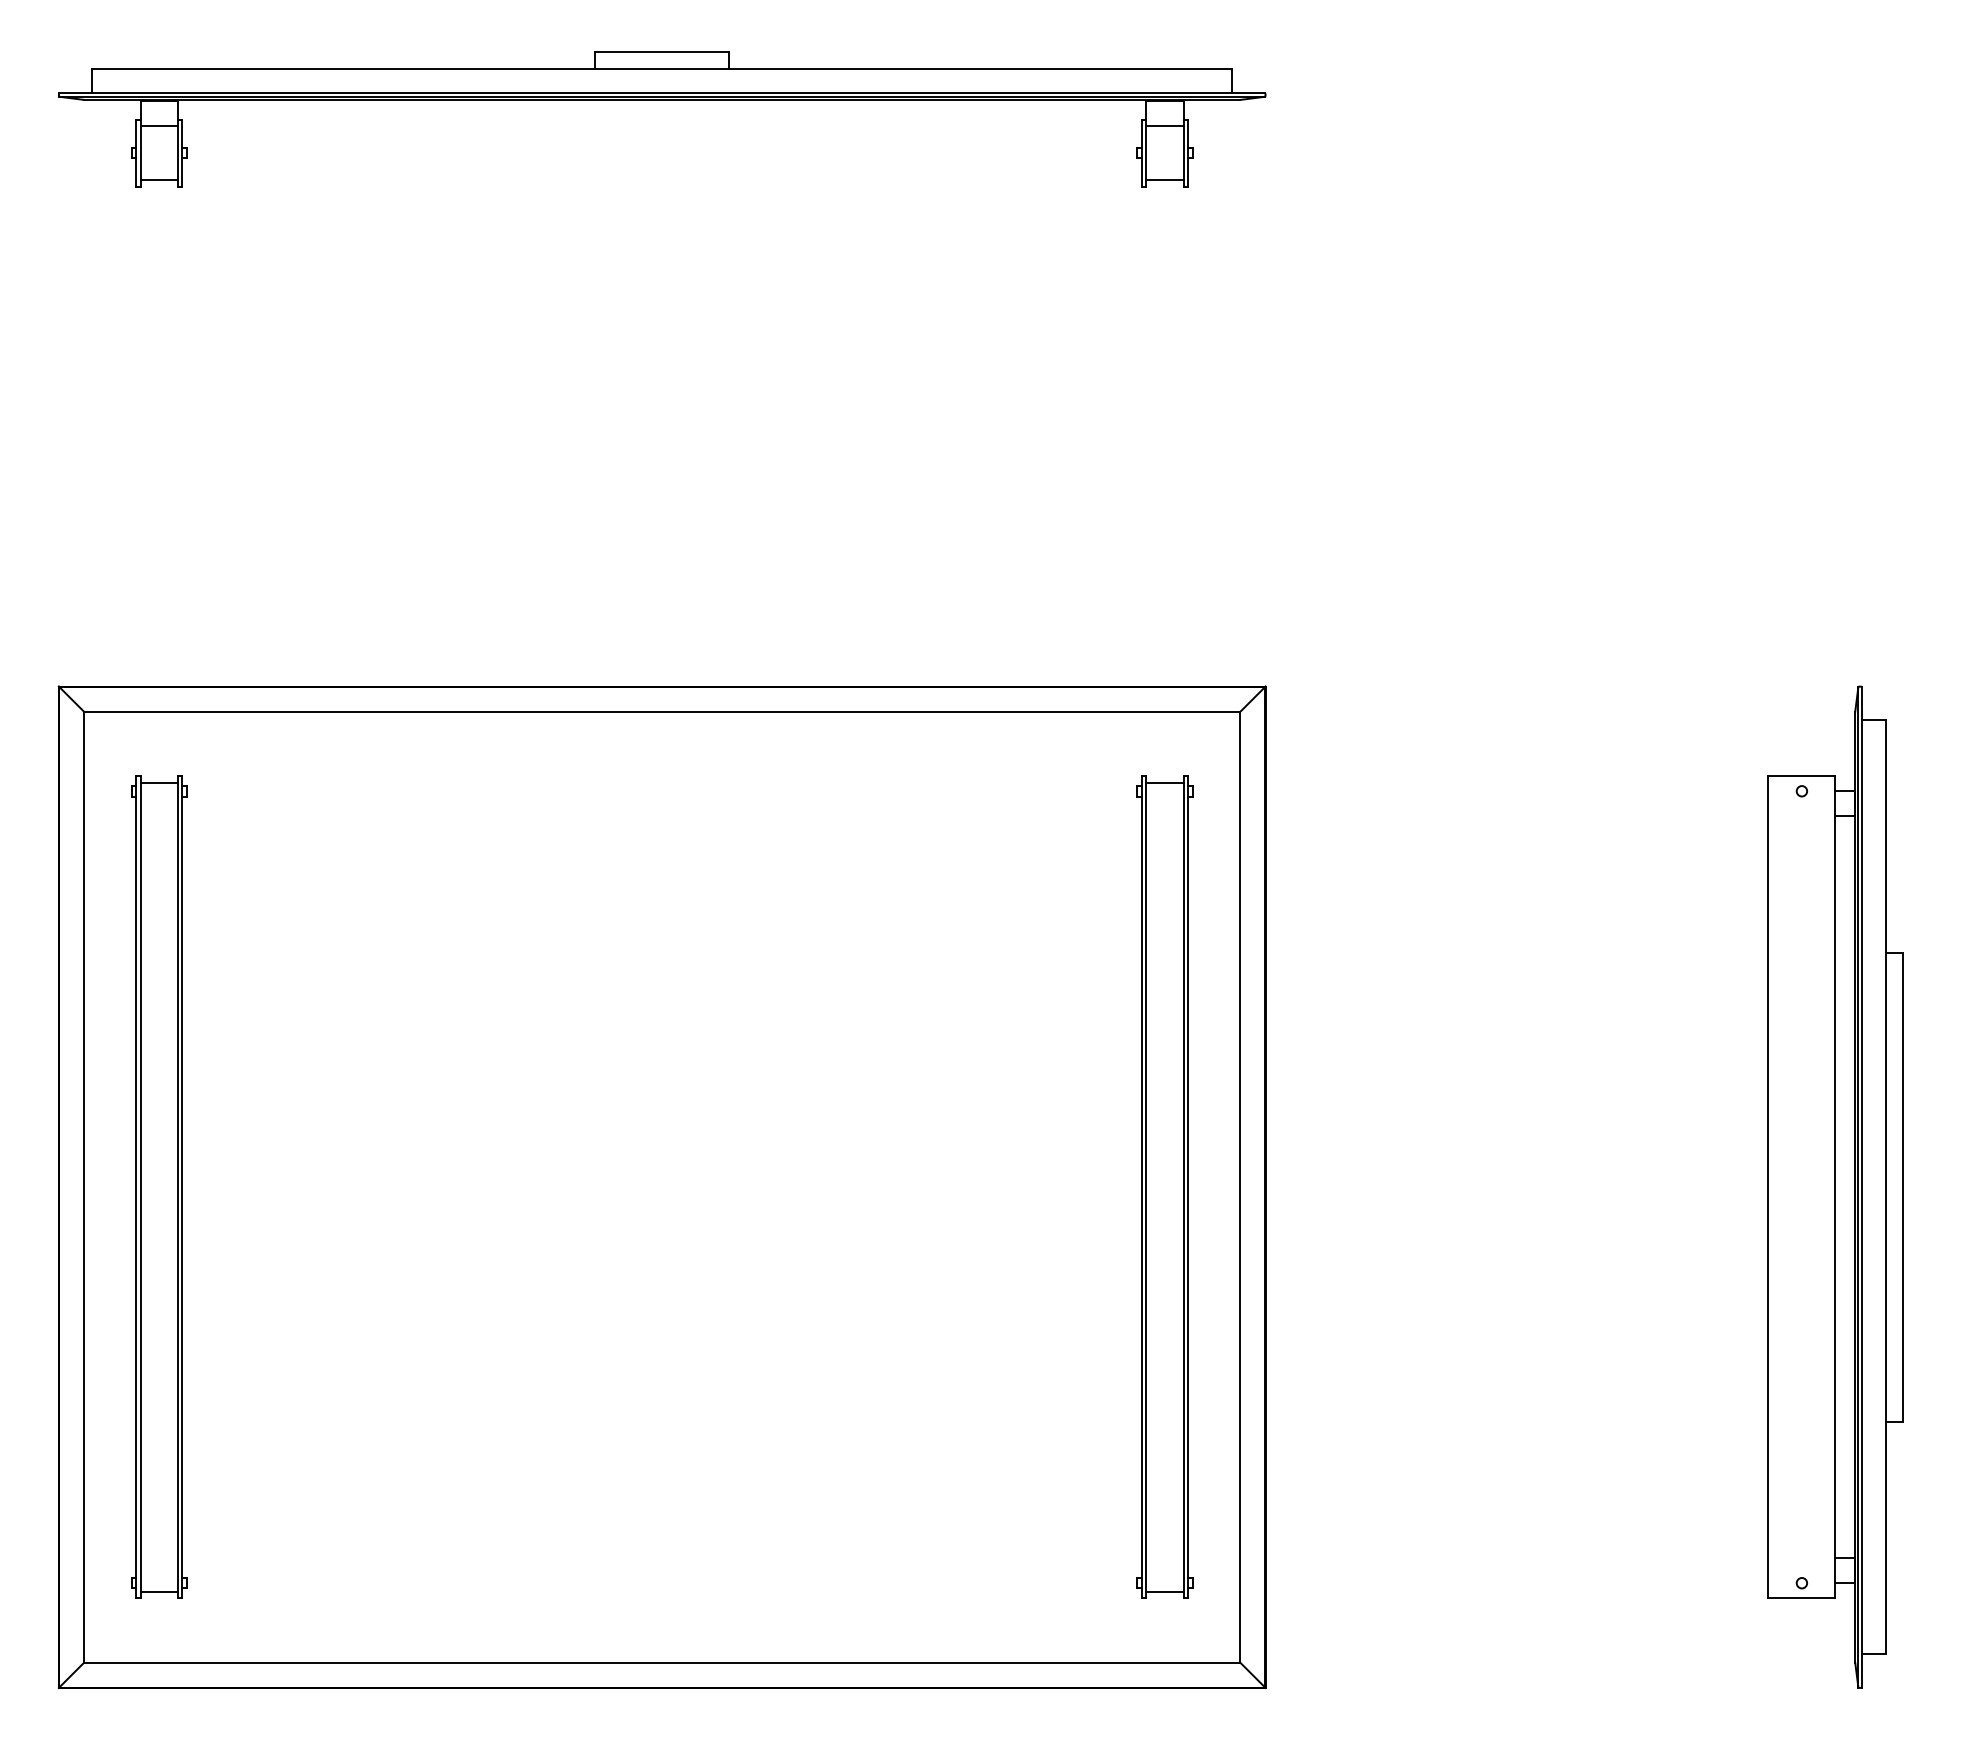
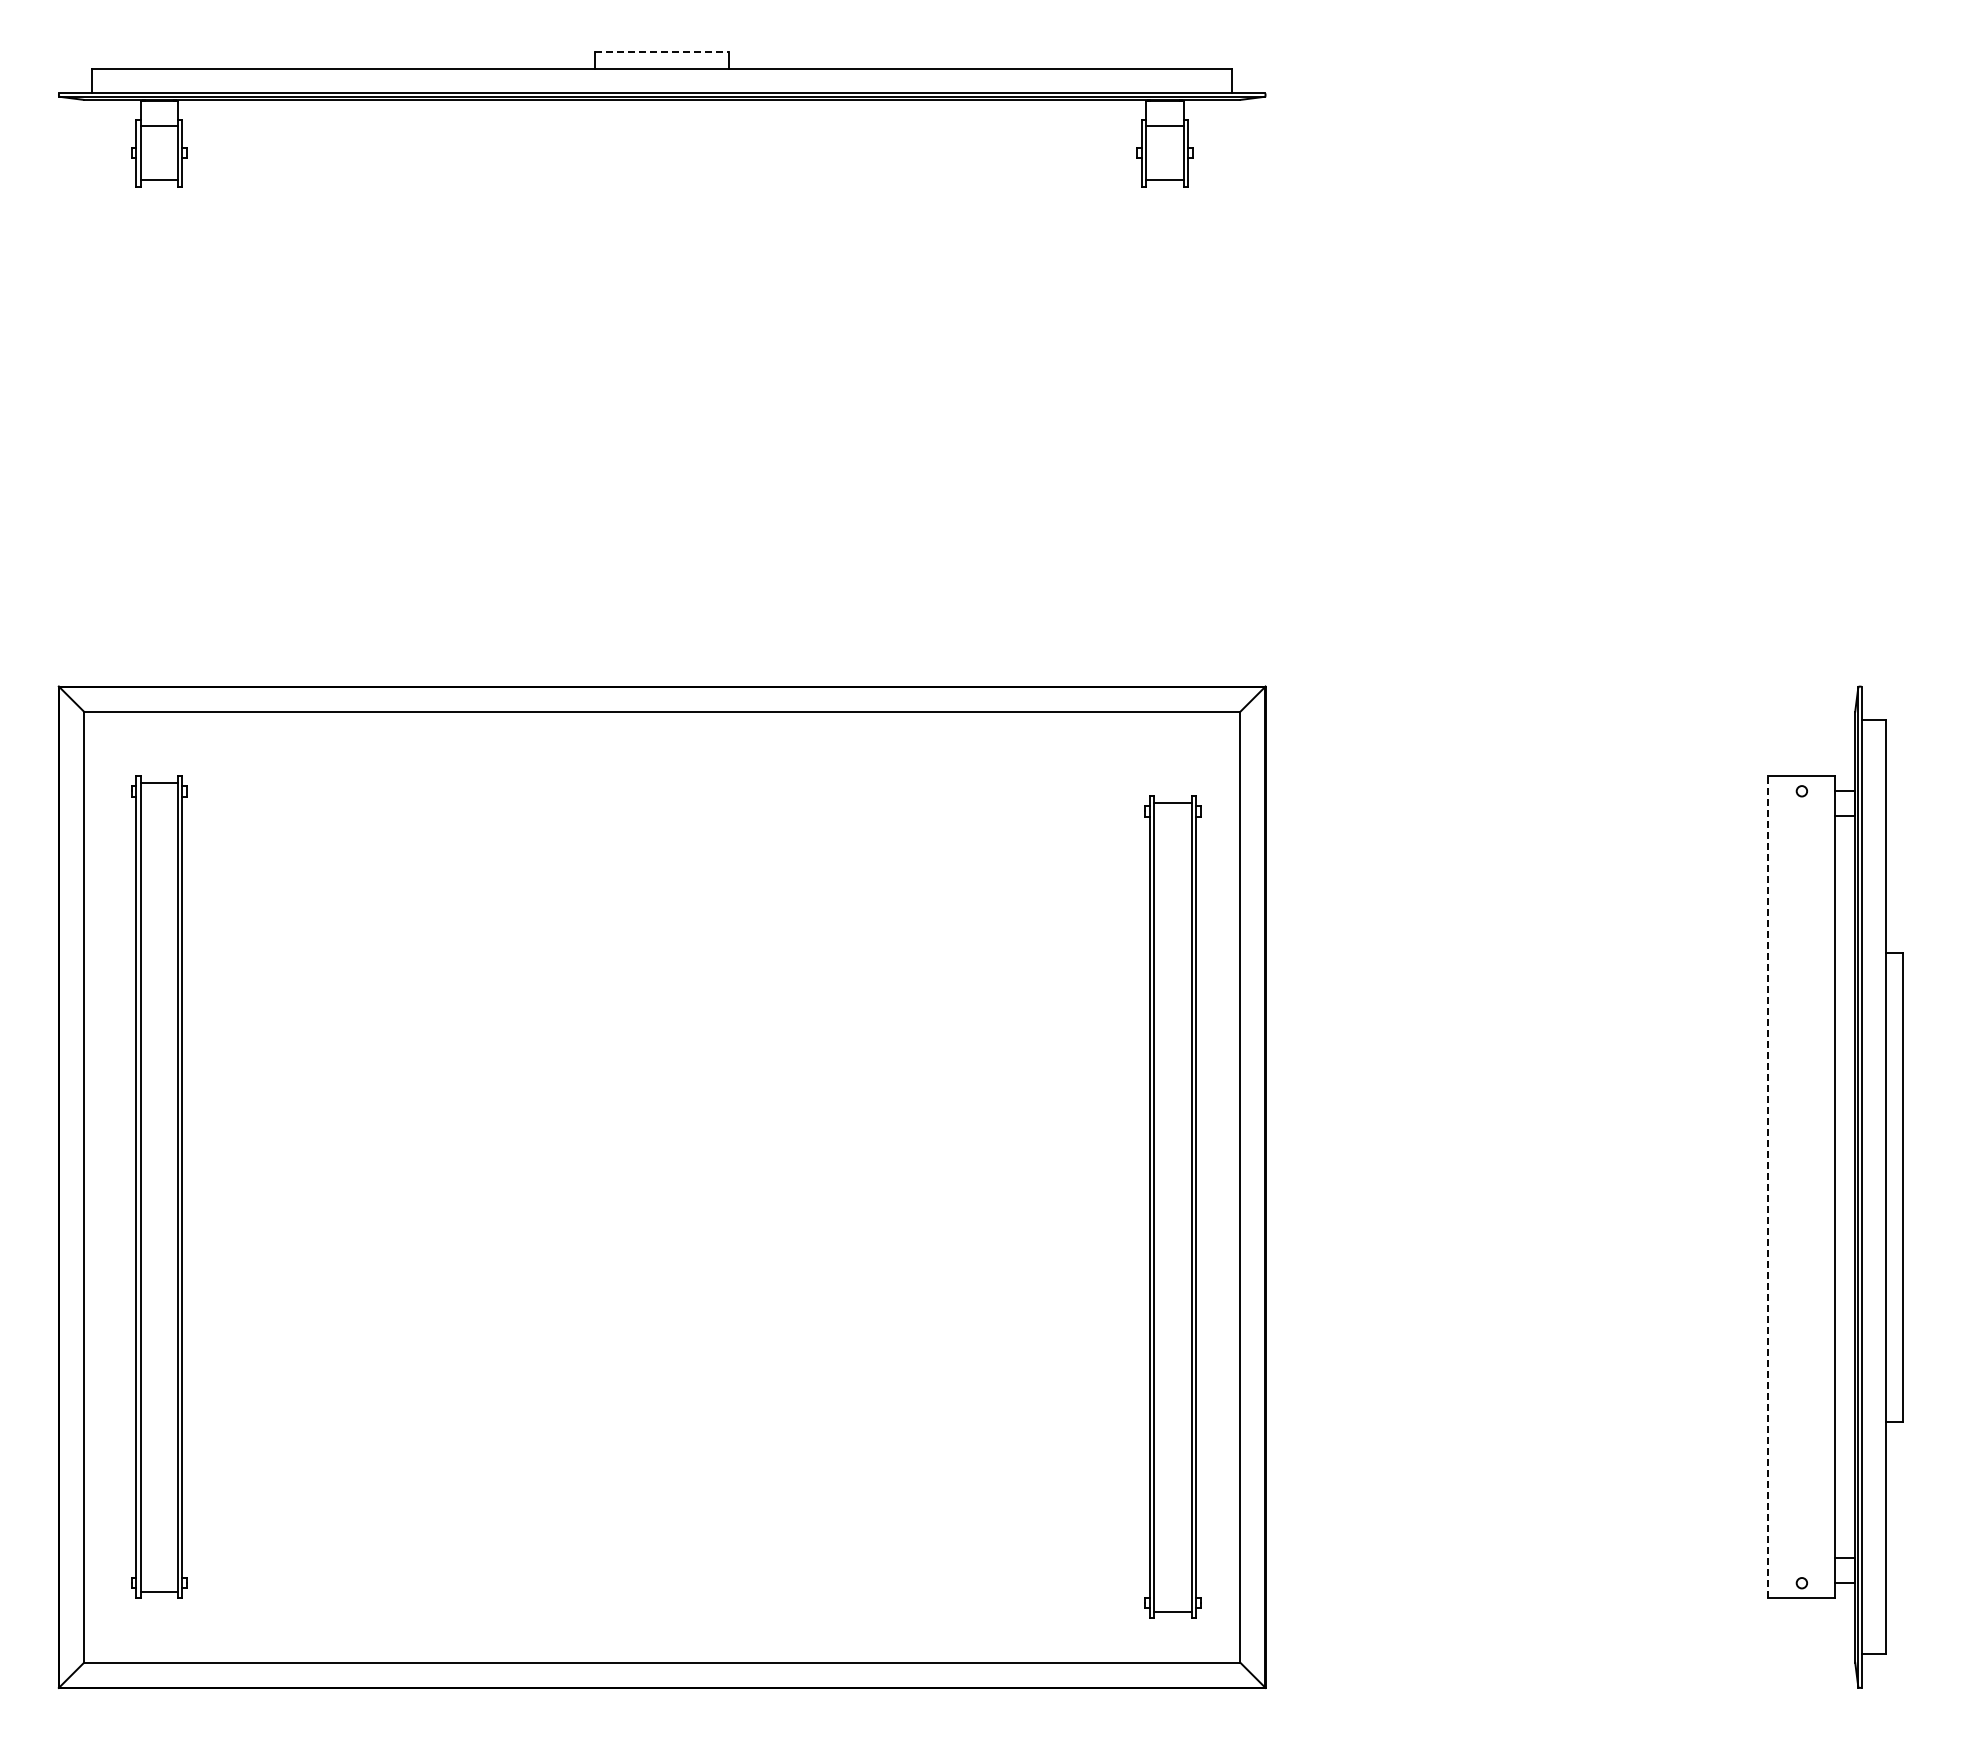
line at (662, 52): solid -> dashed
part at (1164, 1186) position: (1164, 1186) -> (1172, 1206)
line at (1768, 1186): solid -> dashed
